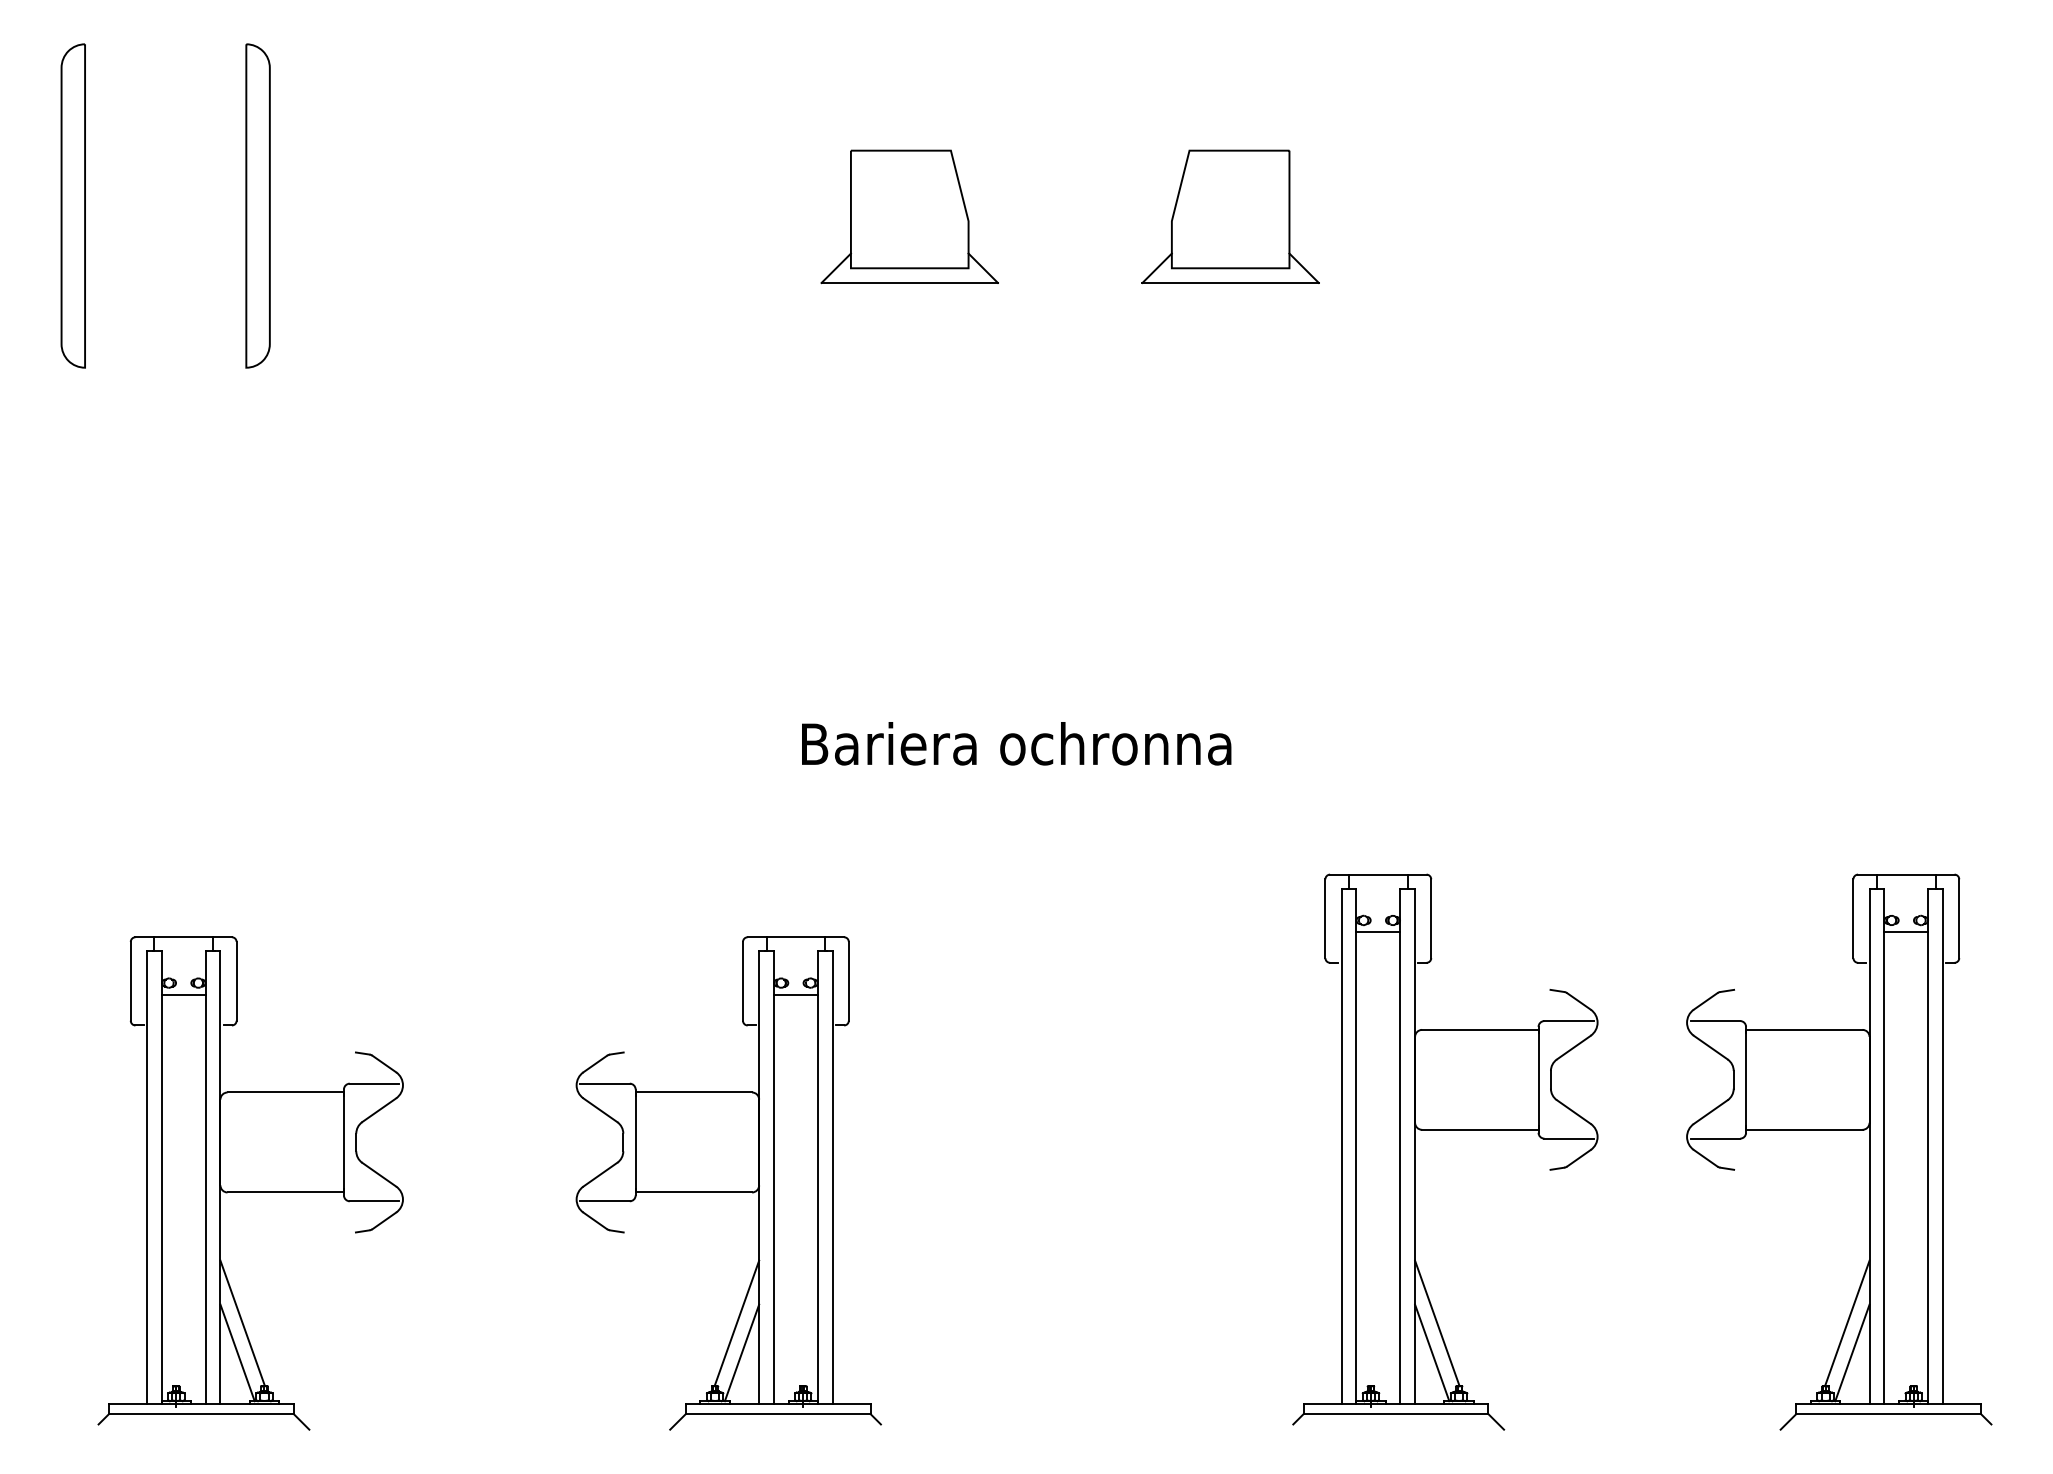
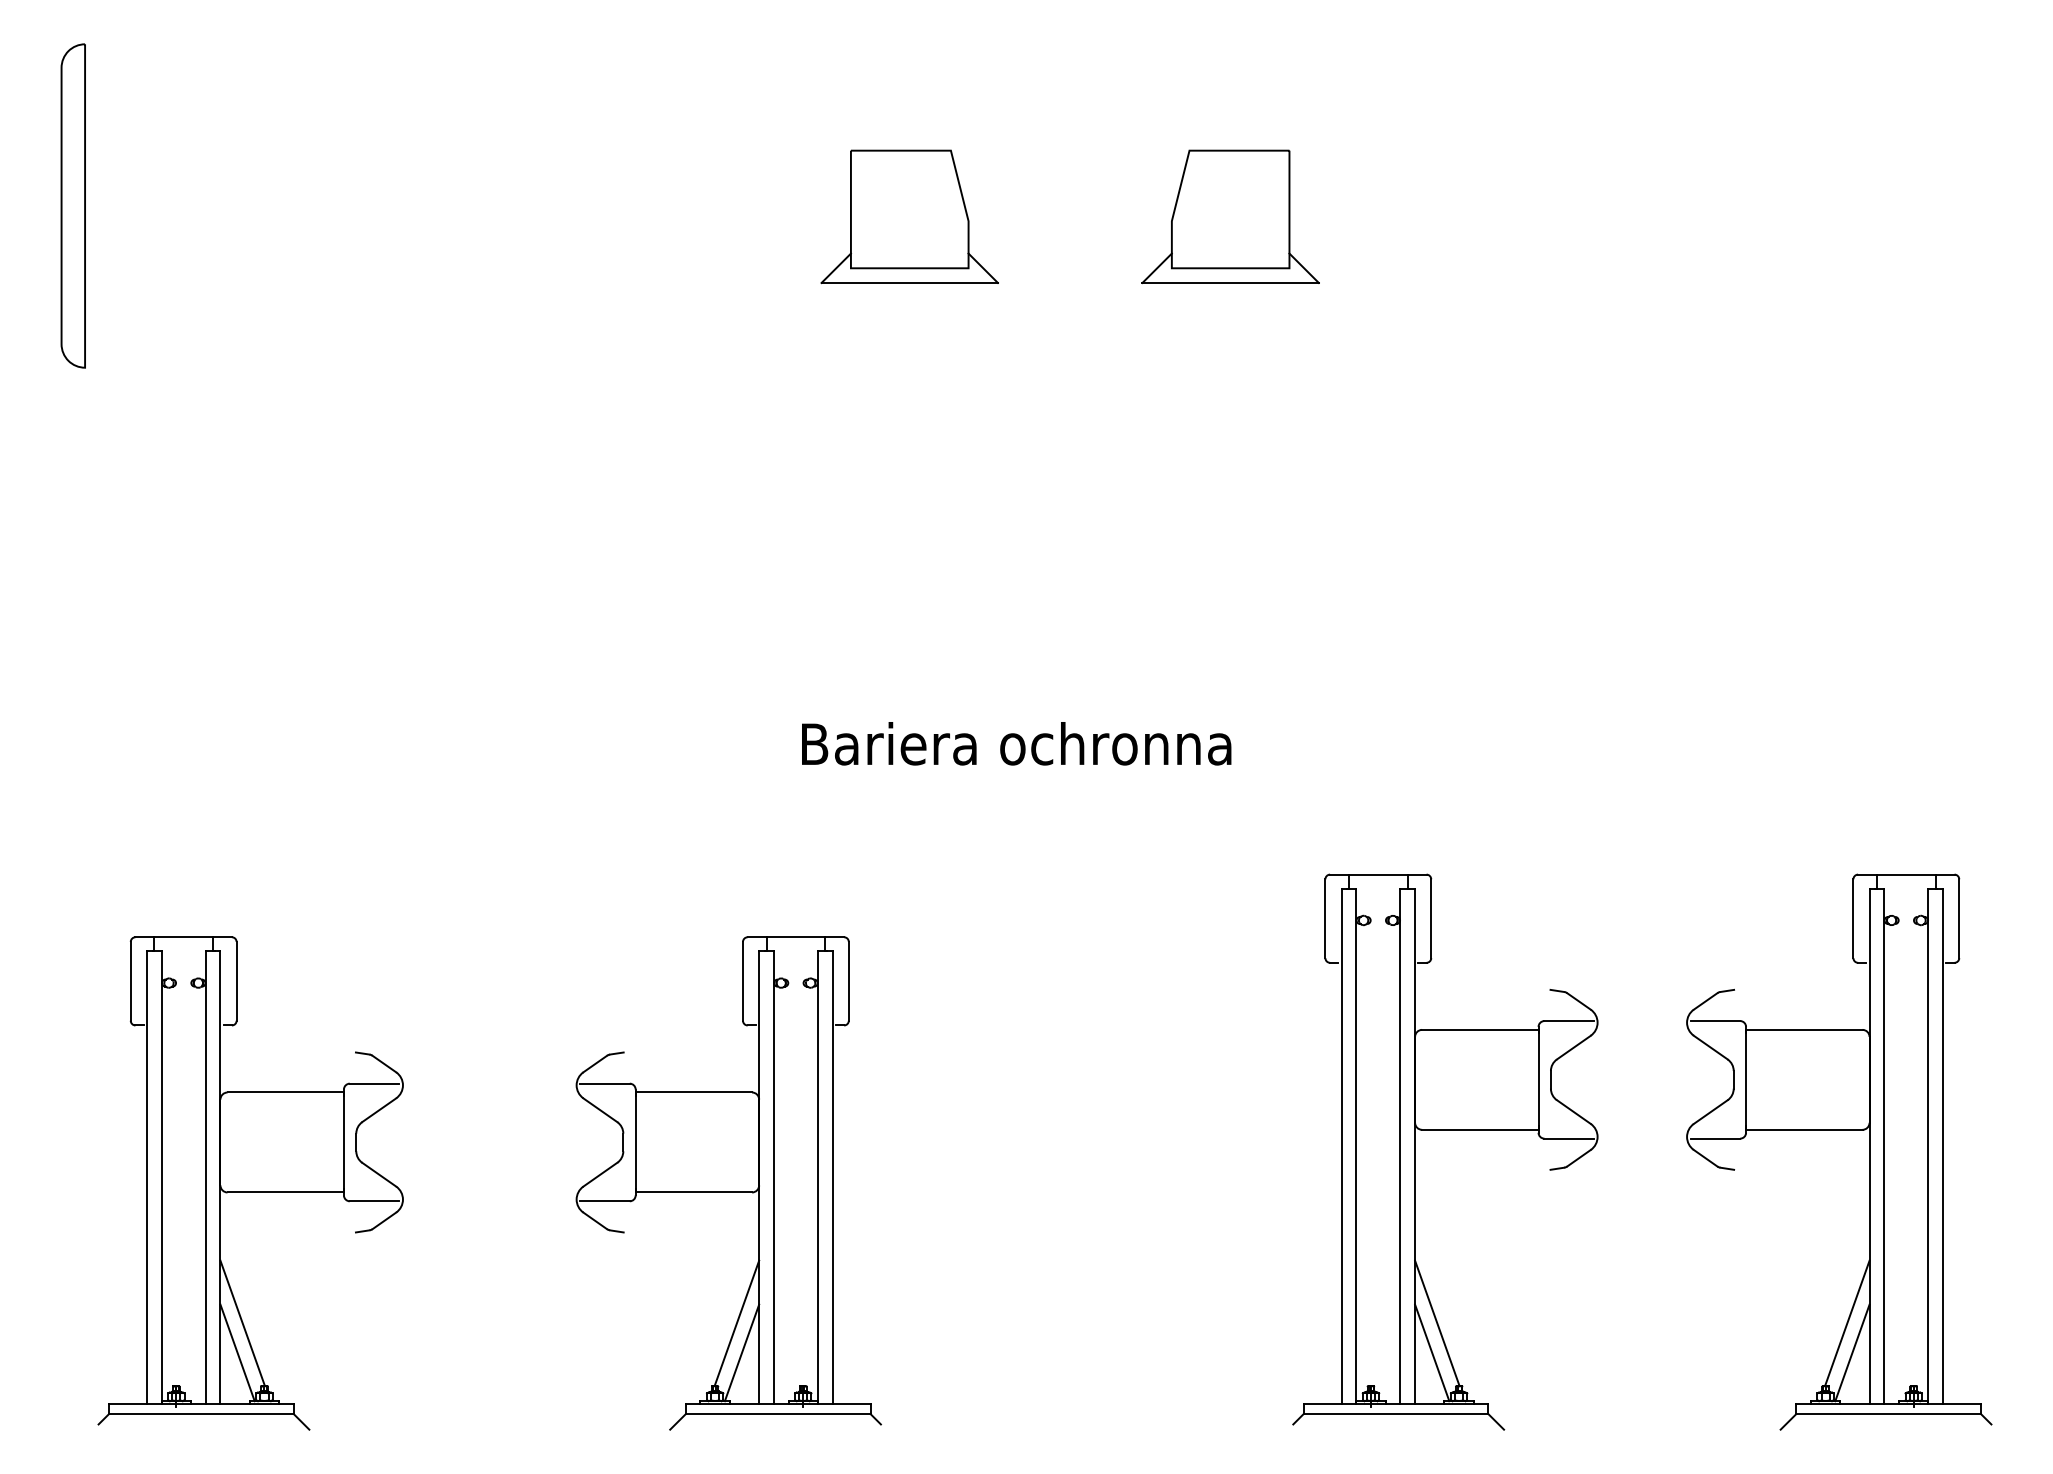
part at (257, 205): present -> none
line at (1378, 932): present -> none
line at (1906, 932): present -> none
line at (183, 994): present -> none
line at (795, 994): present -> none
